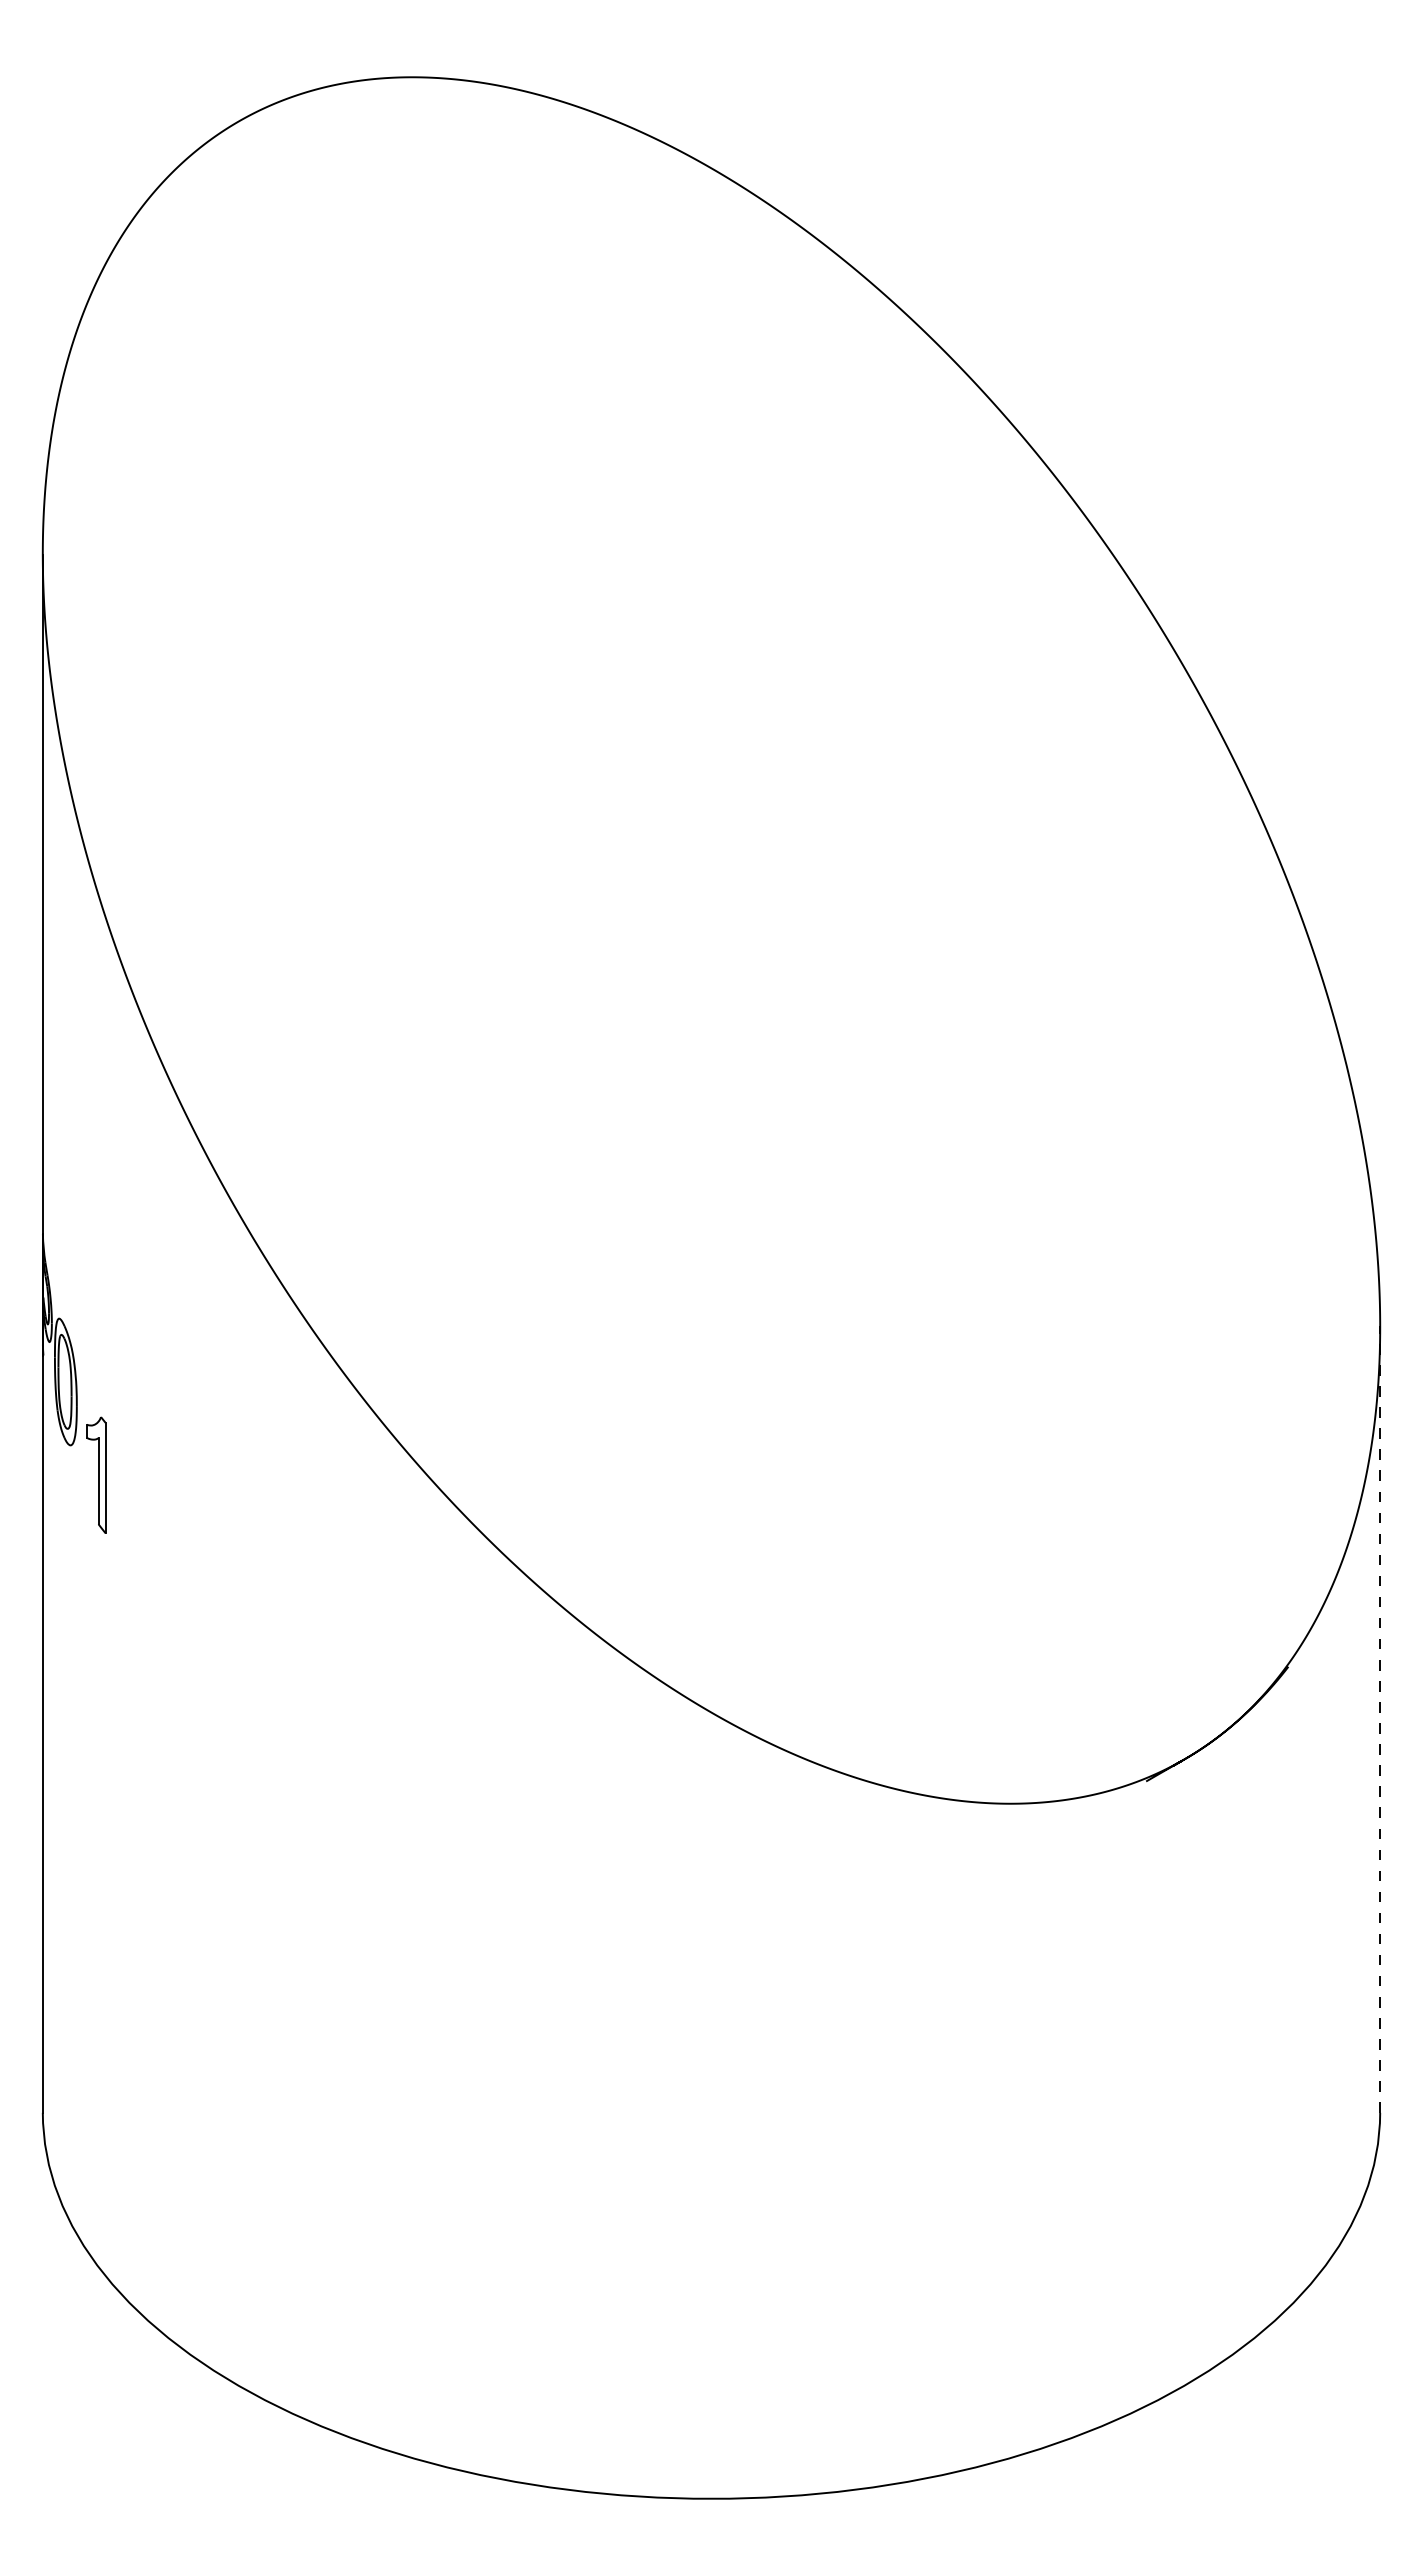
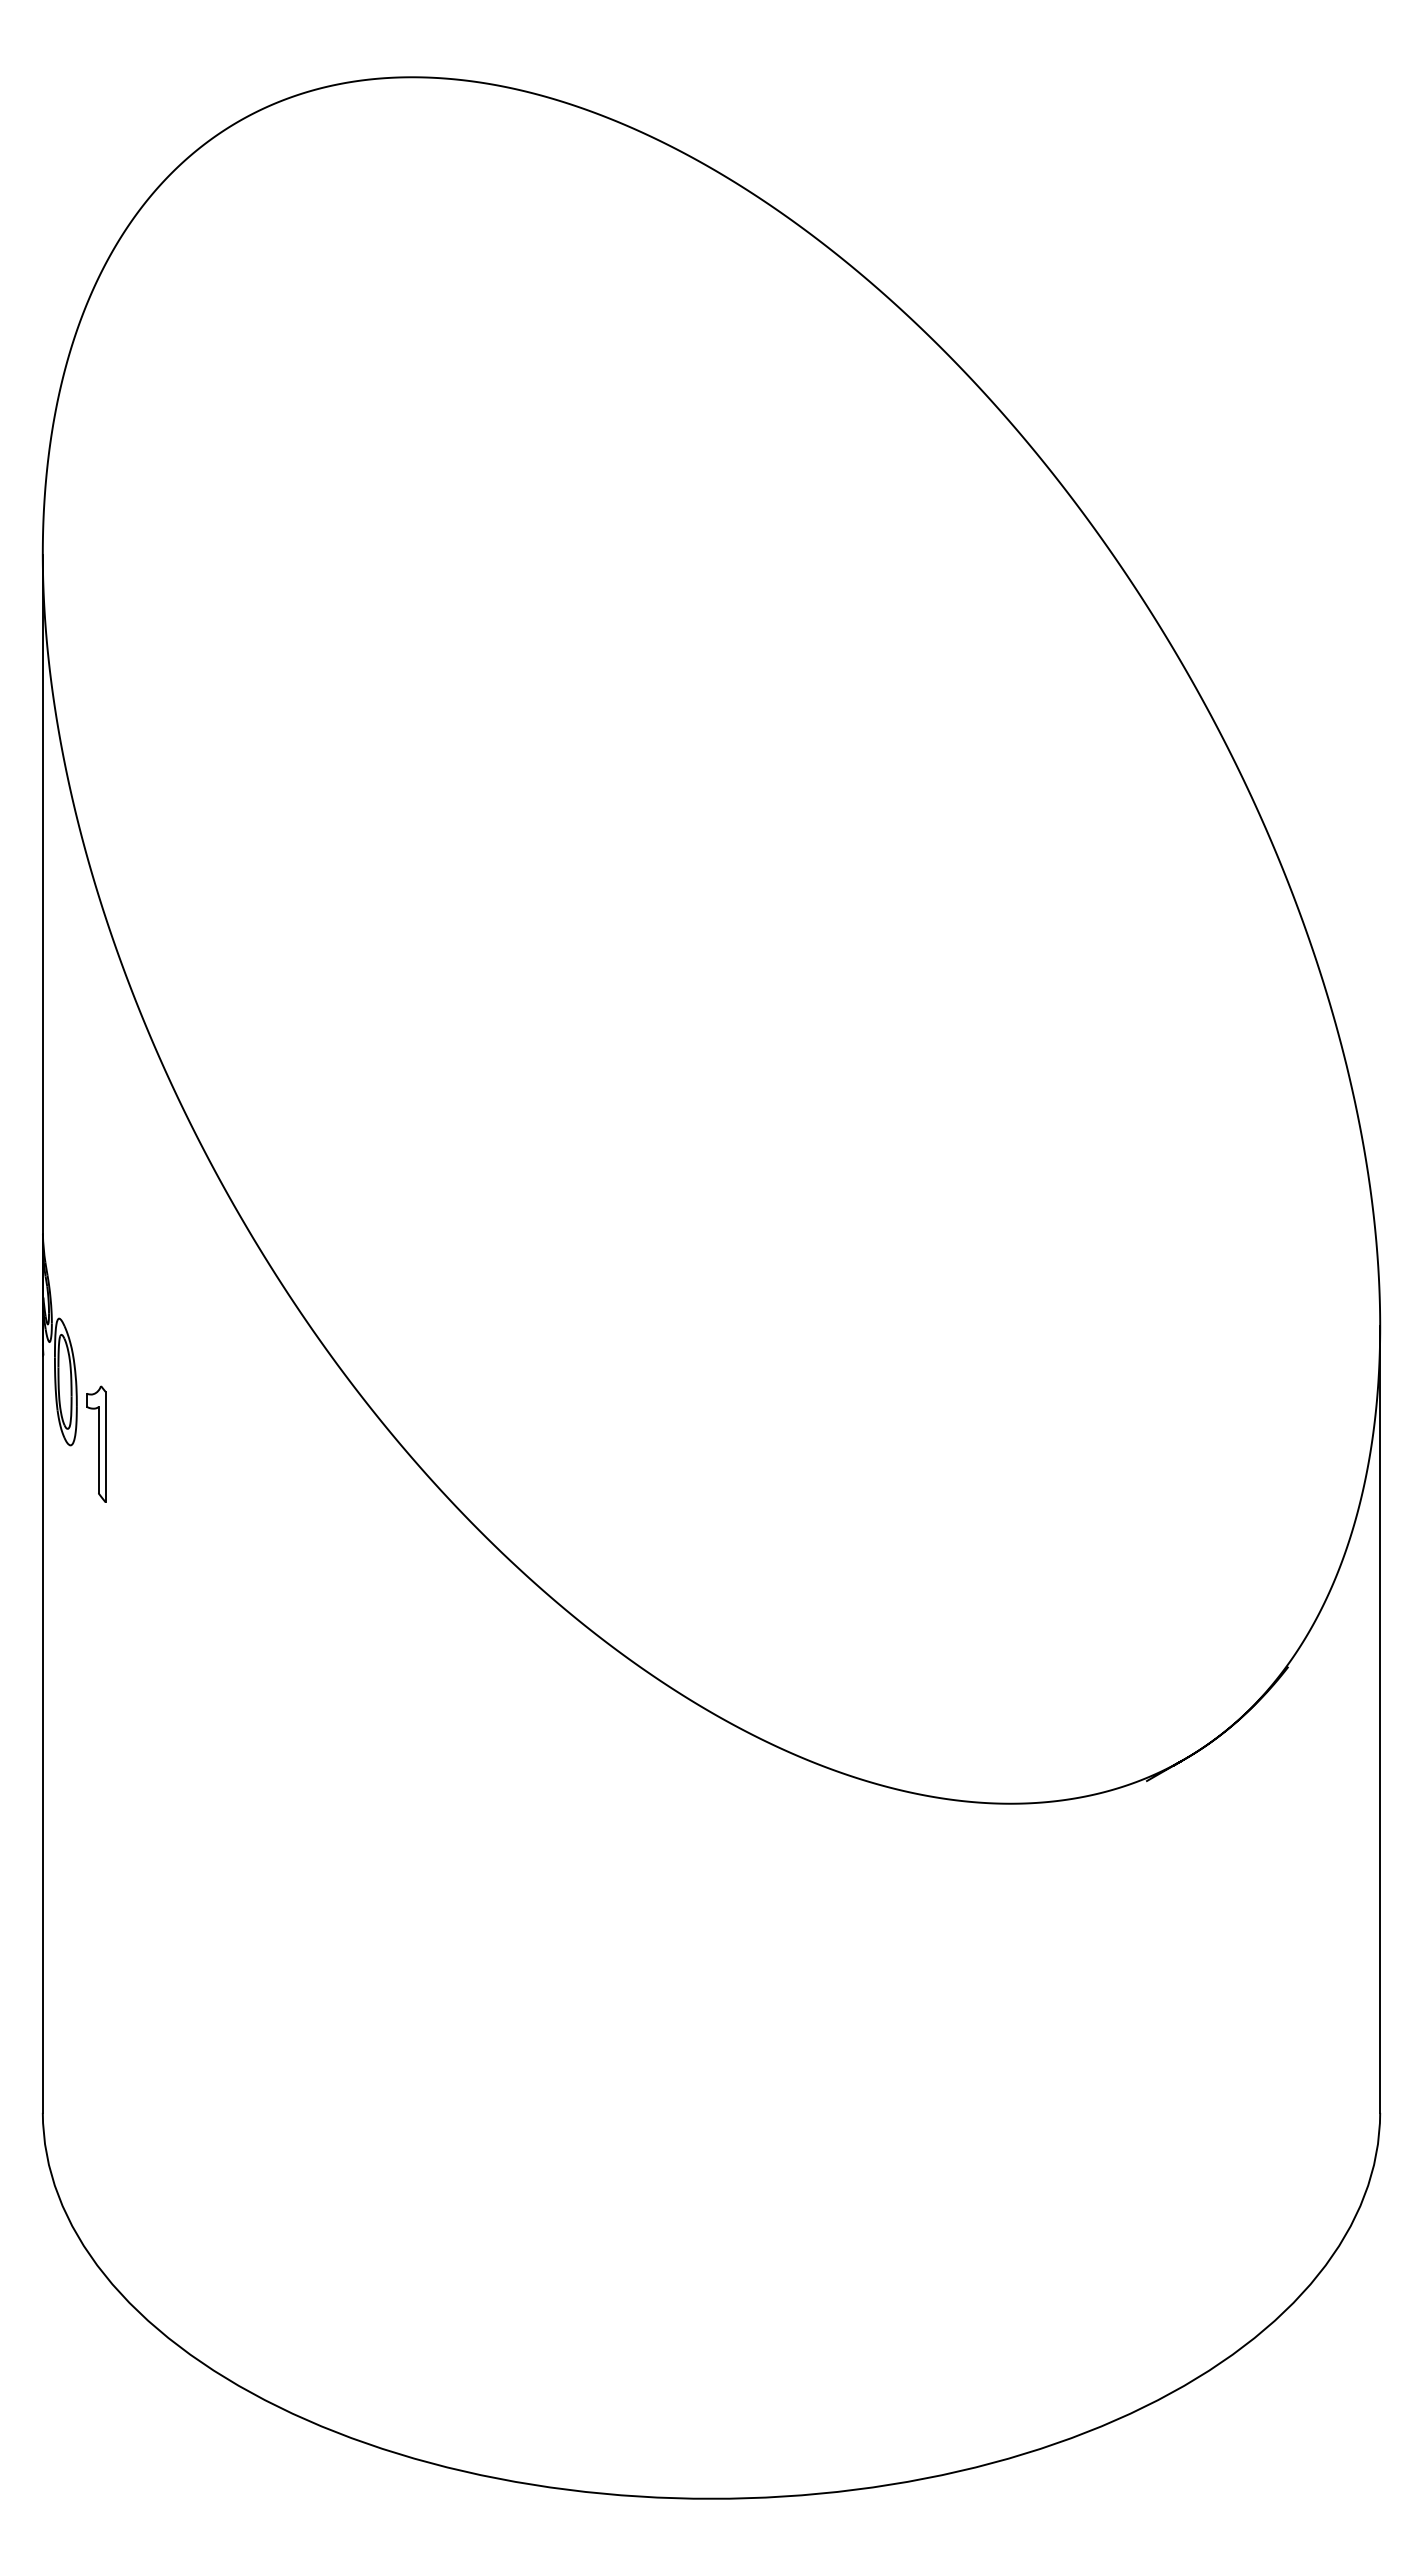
part at (96, 1474) position: (96, 1474) -> (96, 1443)
line at (1380, 1719): dashed -> solid
